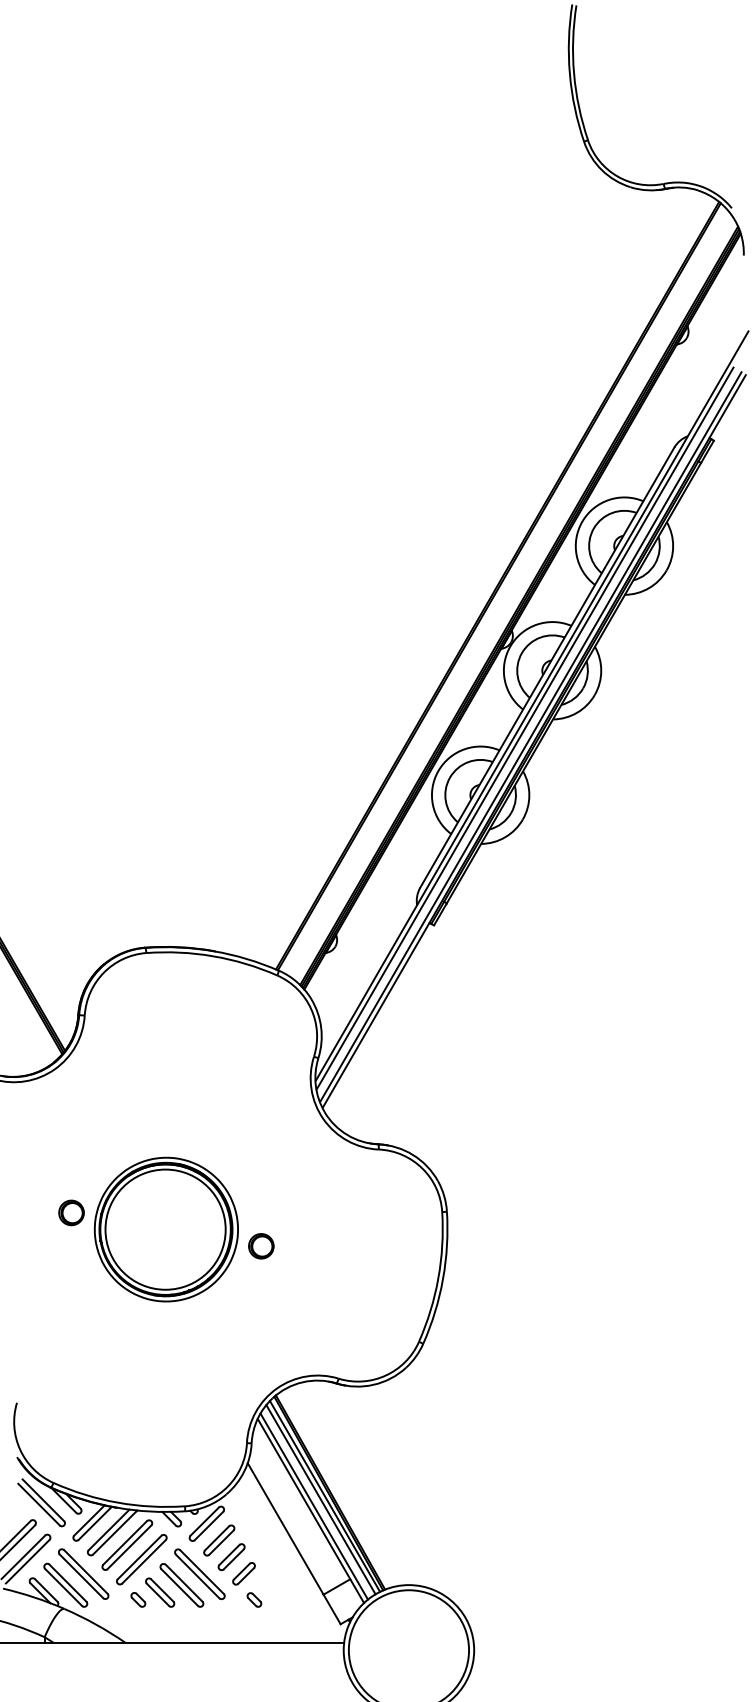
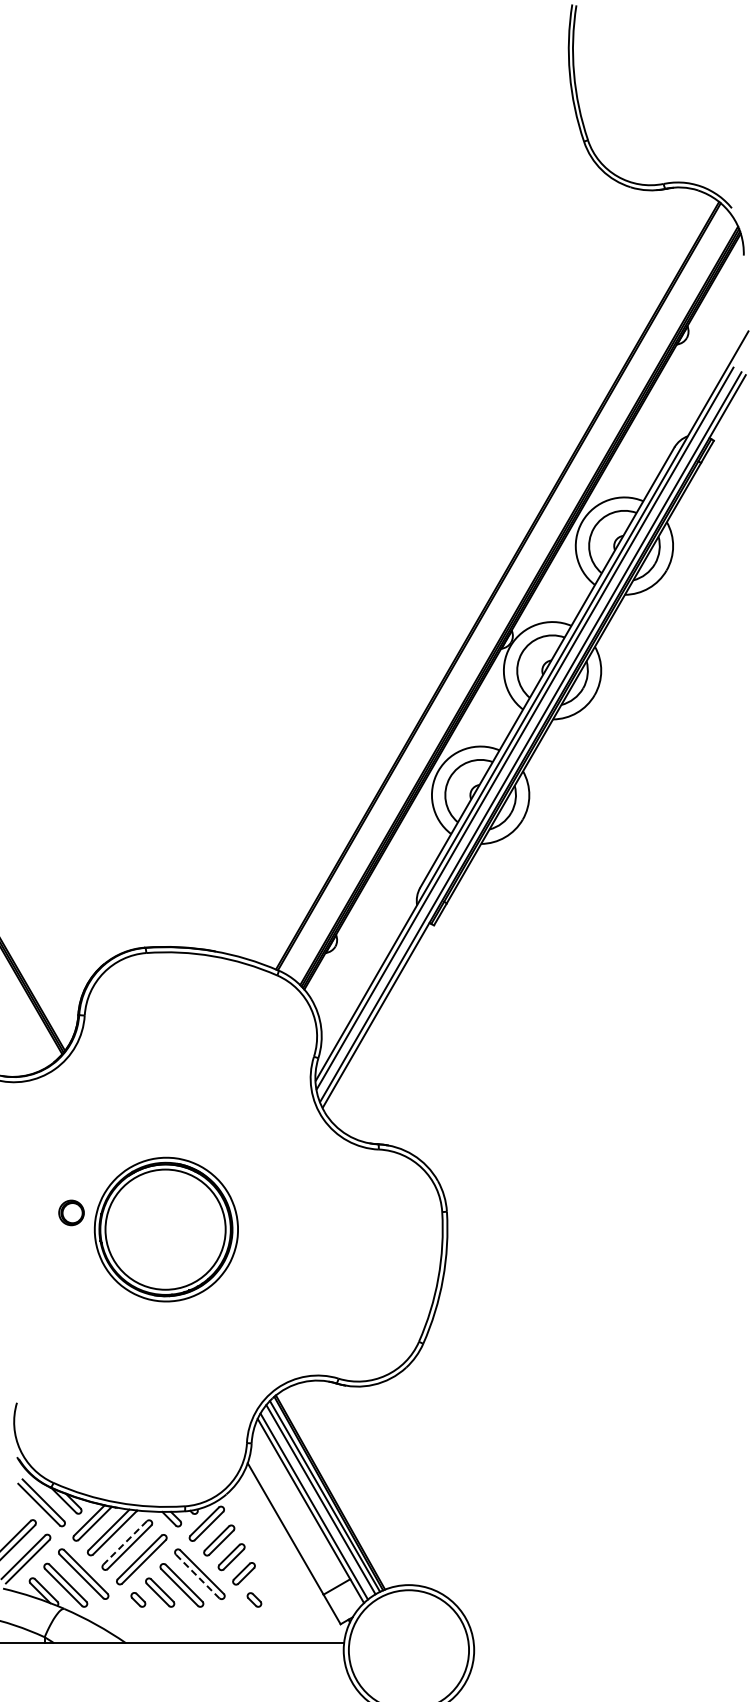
part at (261, 1246): present -> none
line at (125, 1542): solid -> dashed
line at (197, 1576): solid -> dashed
